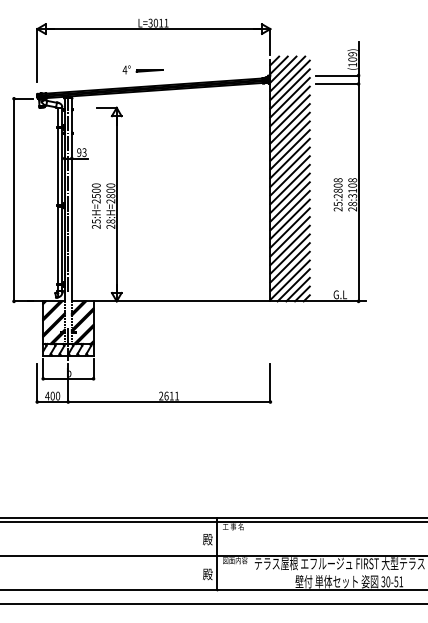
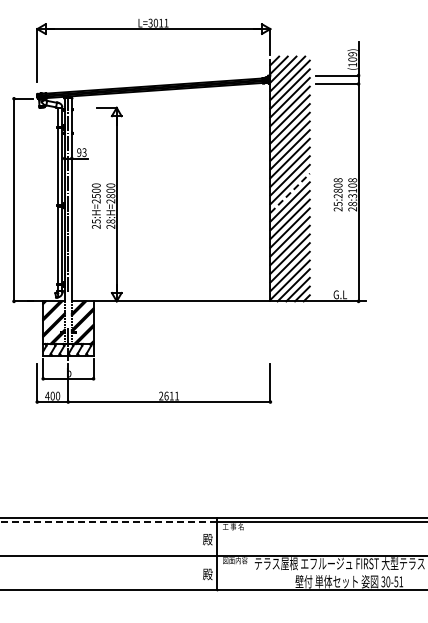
part at (142, 69): present -> none
line at (290, 193): solid -> dashed
line at (108, 522): solid -> dashed
line at (213, 604): present -> none
